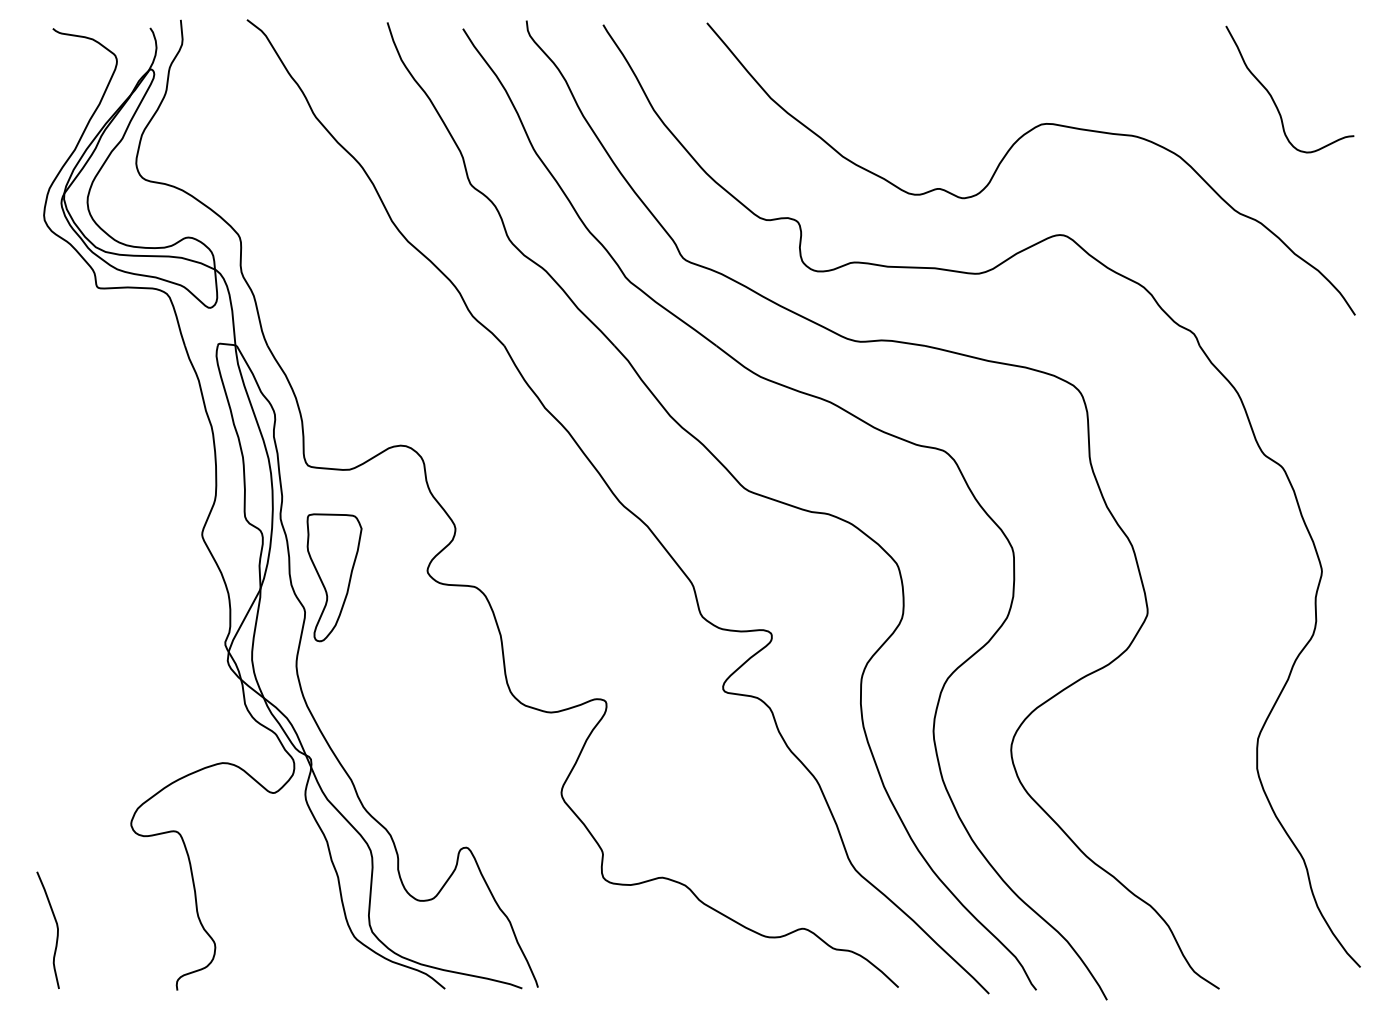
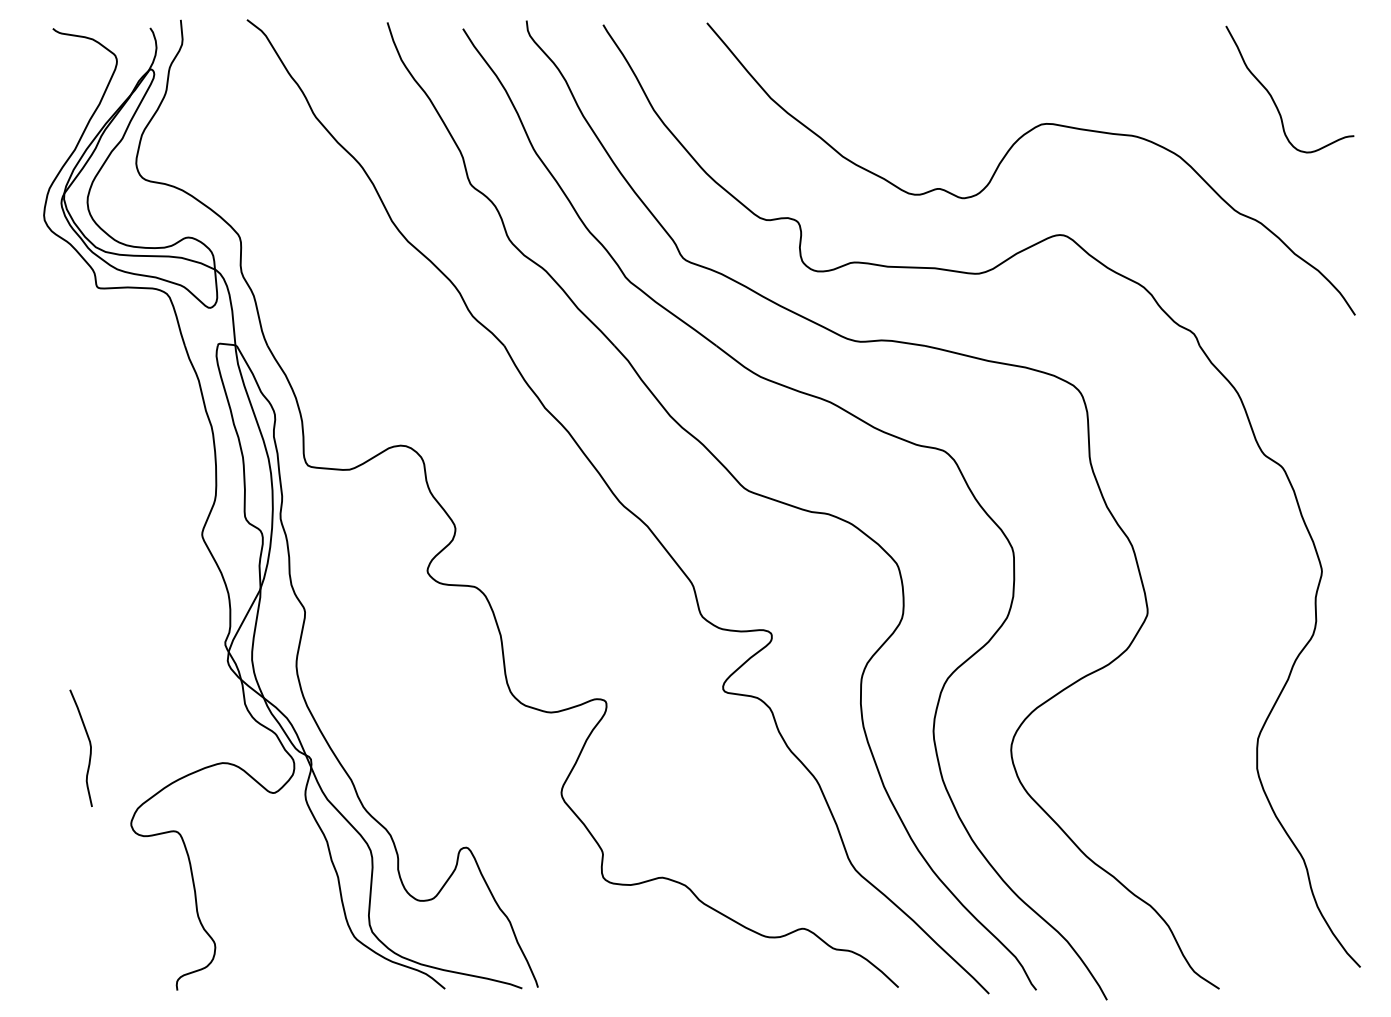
part at (334, 577): present -> none
curve at (56, 927) position: (56, 927) -> (89, 745)
